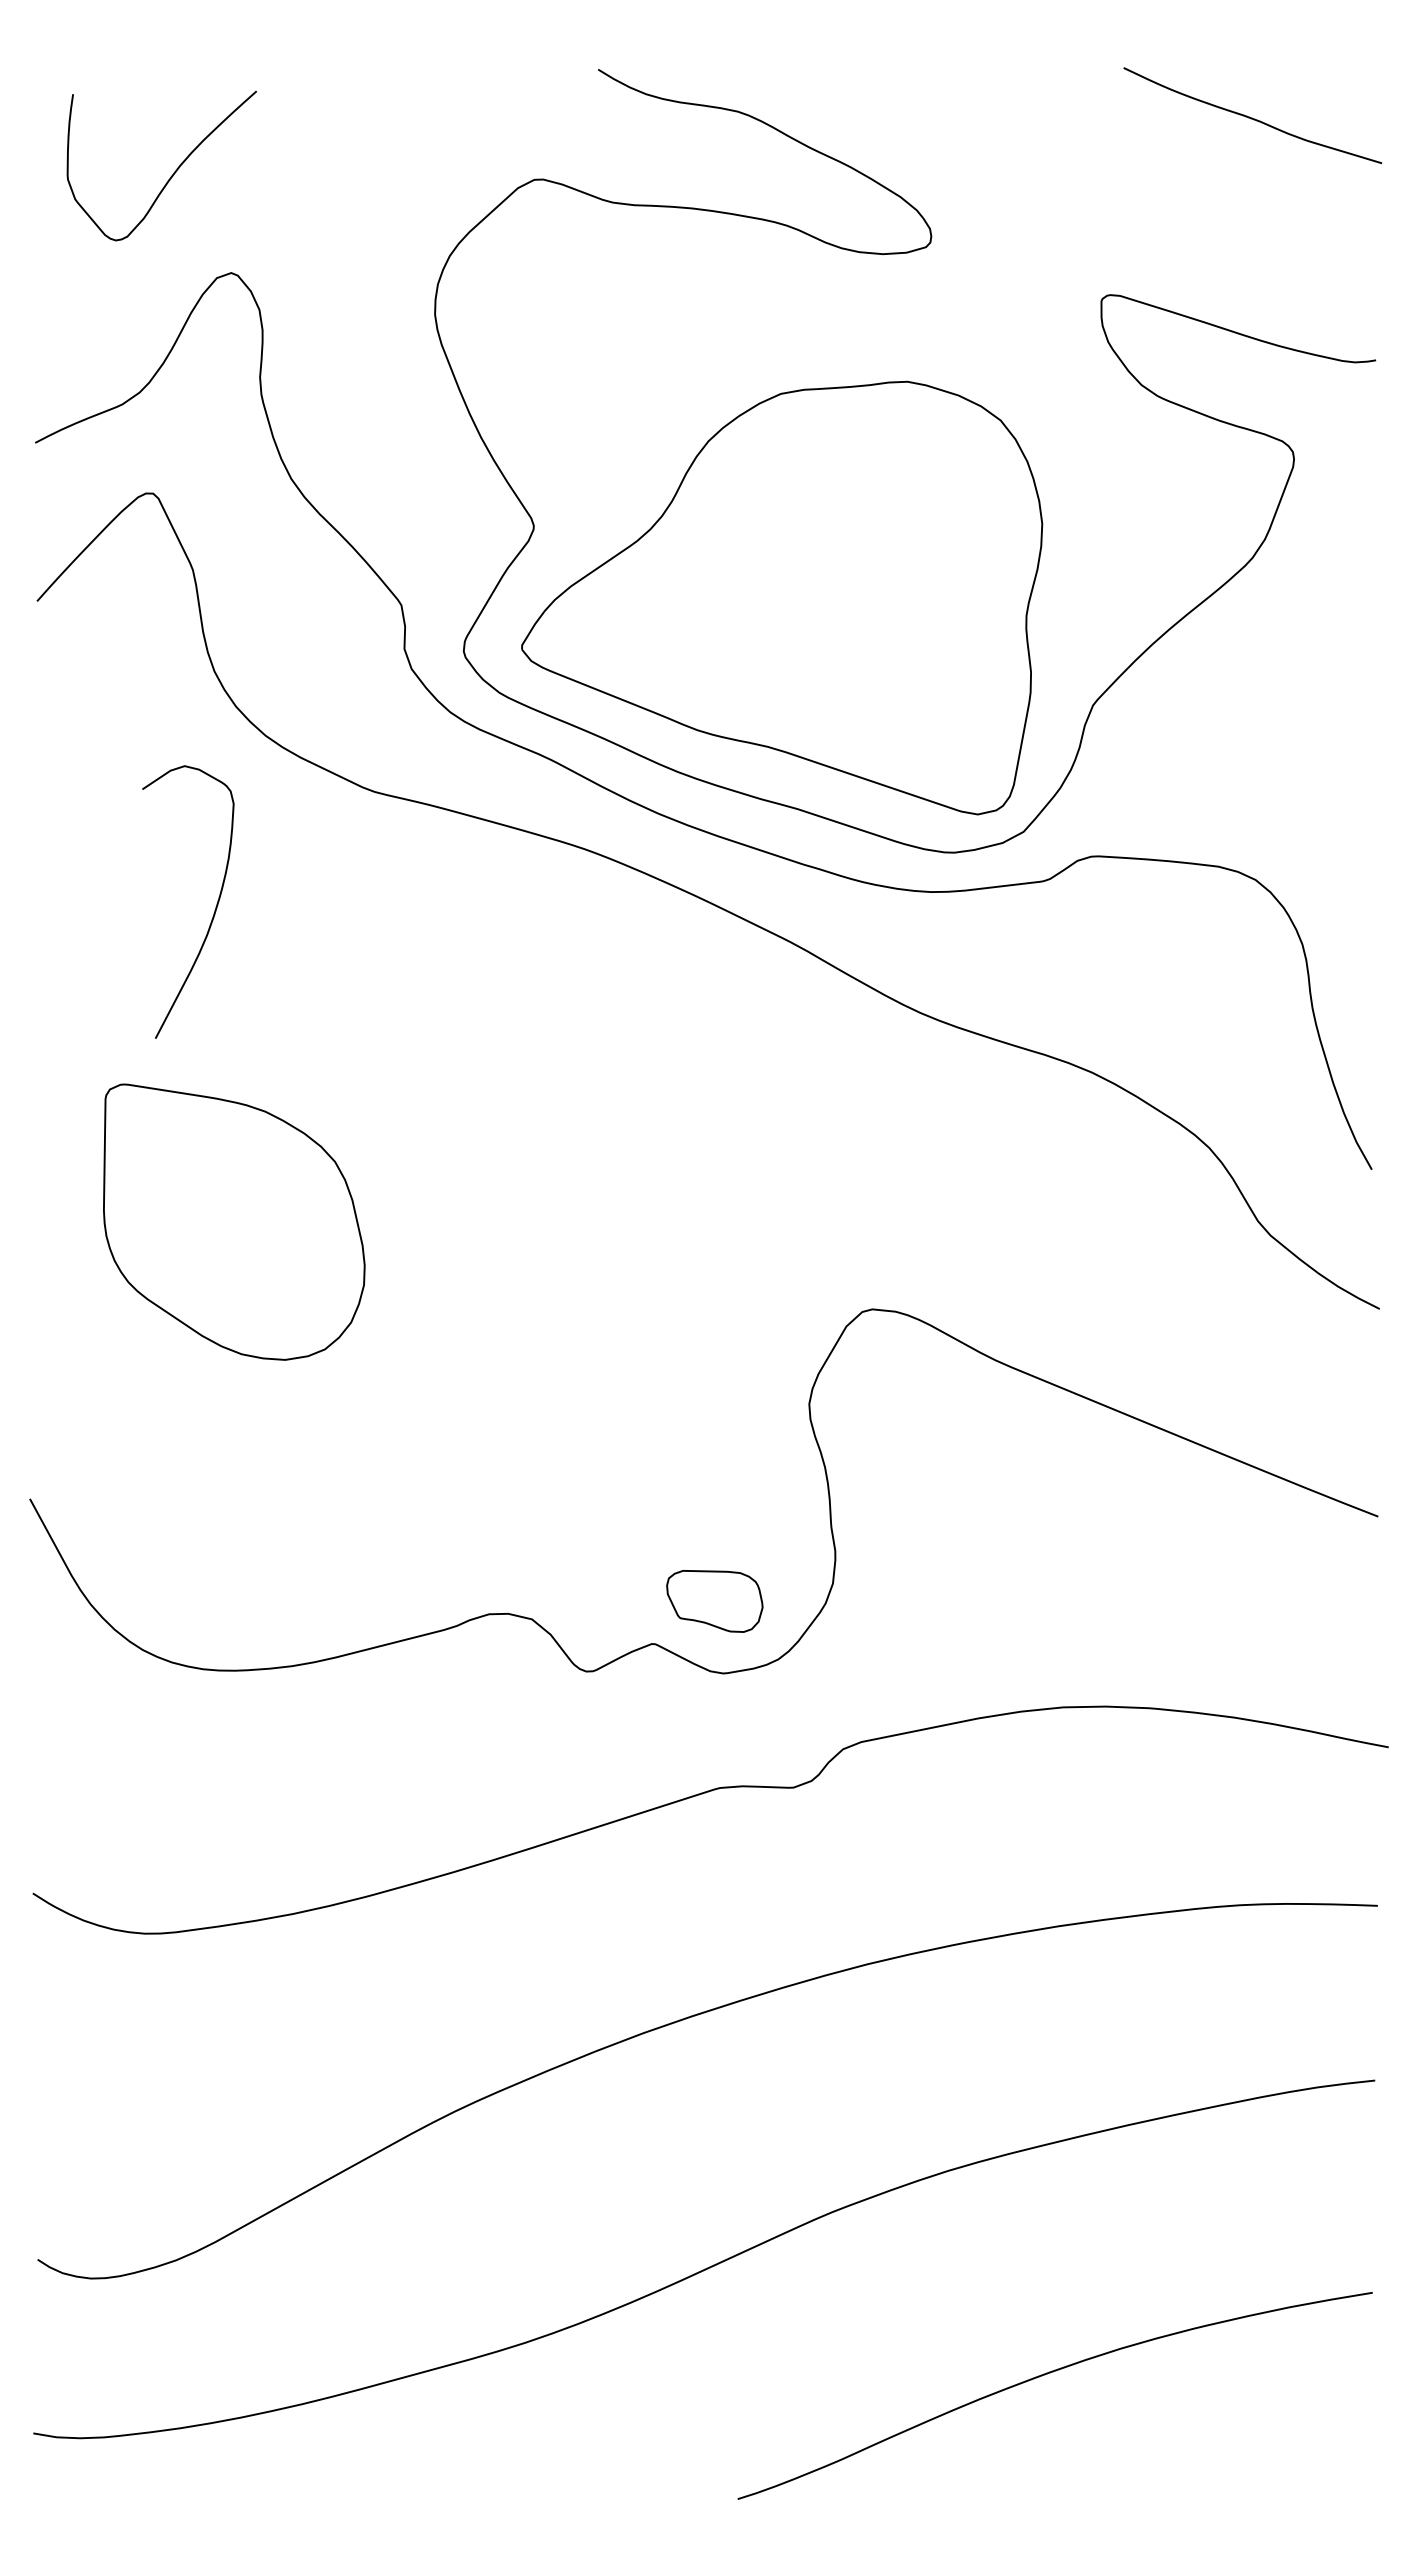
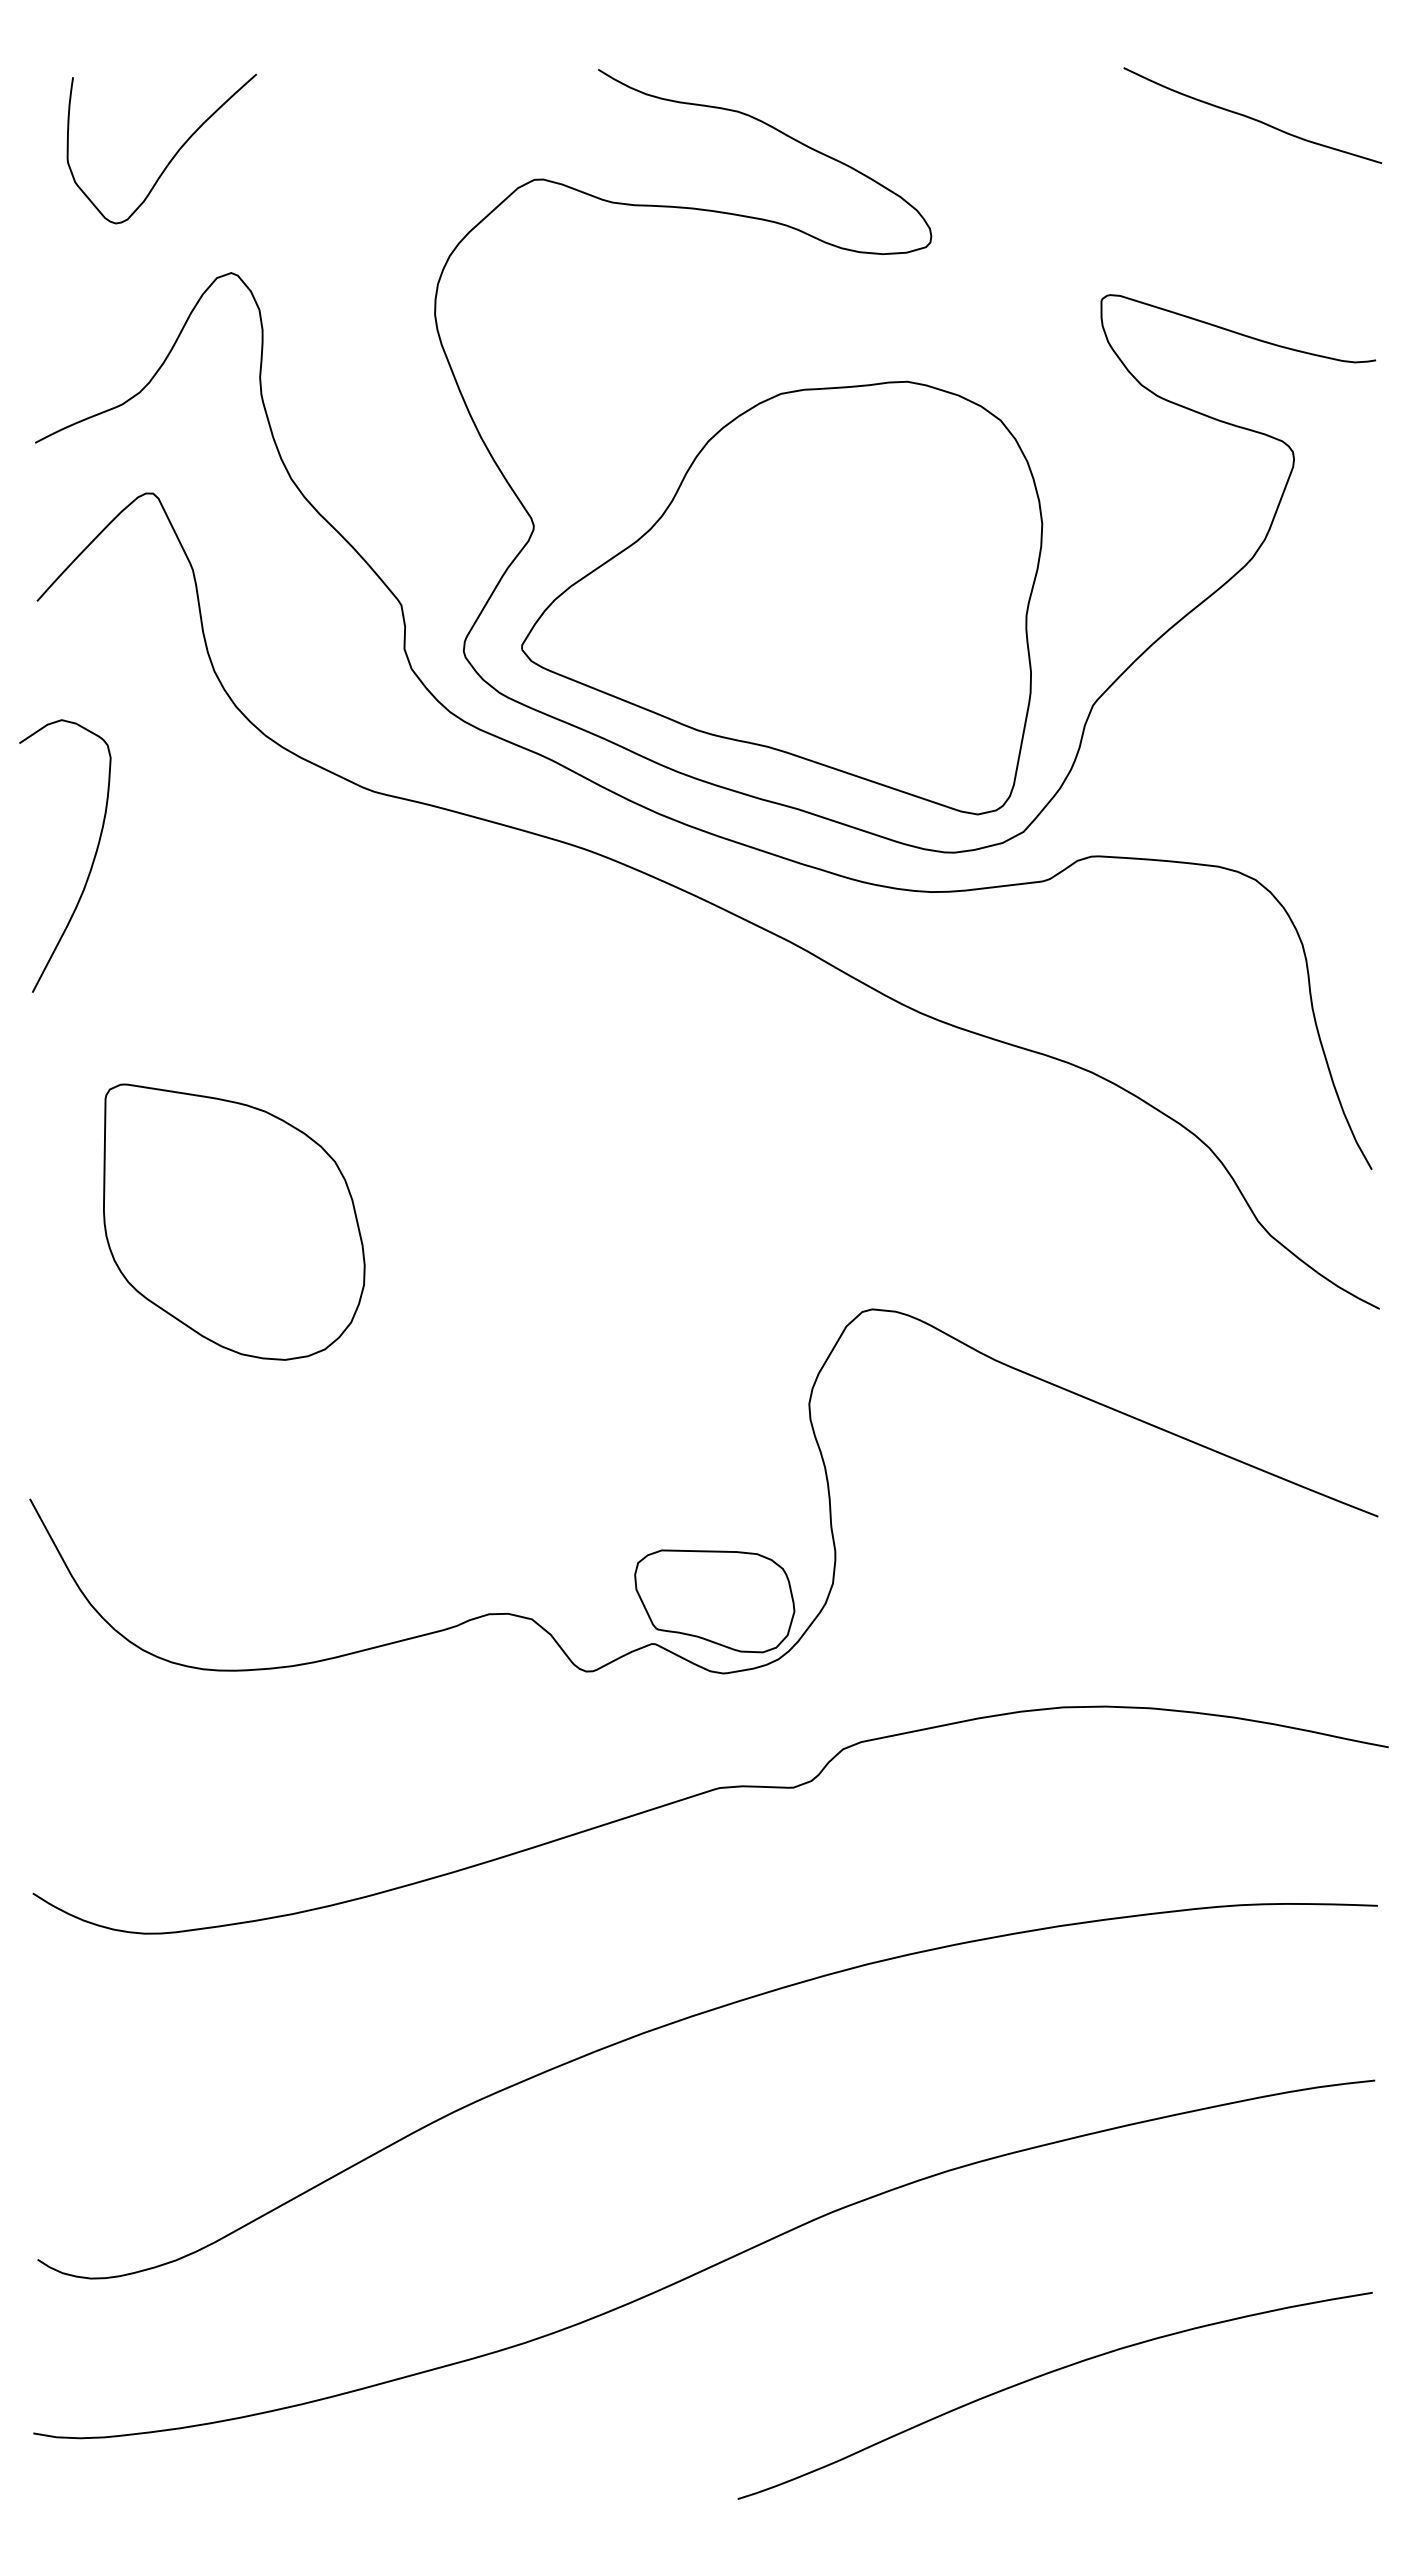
curve at (173, 172) position: (173, 172) -> (173, 155)
curve at (215, 906) position: (215, 906) -> (92, 860)
part at (714, 1601) size: 98x63 px -> 162x105 px
